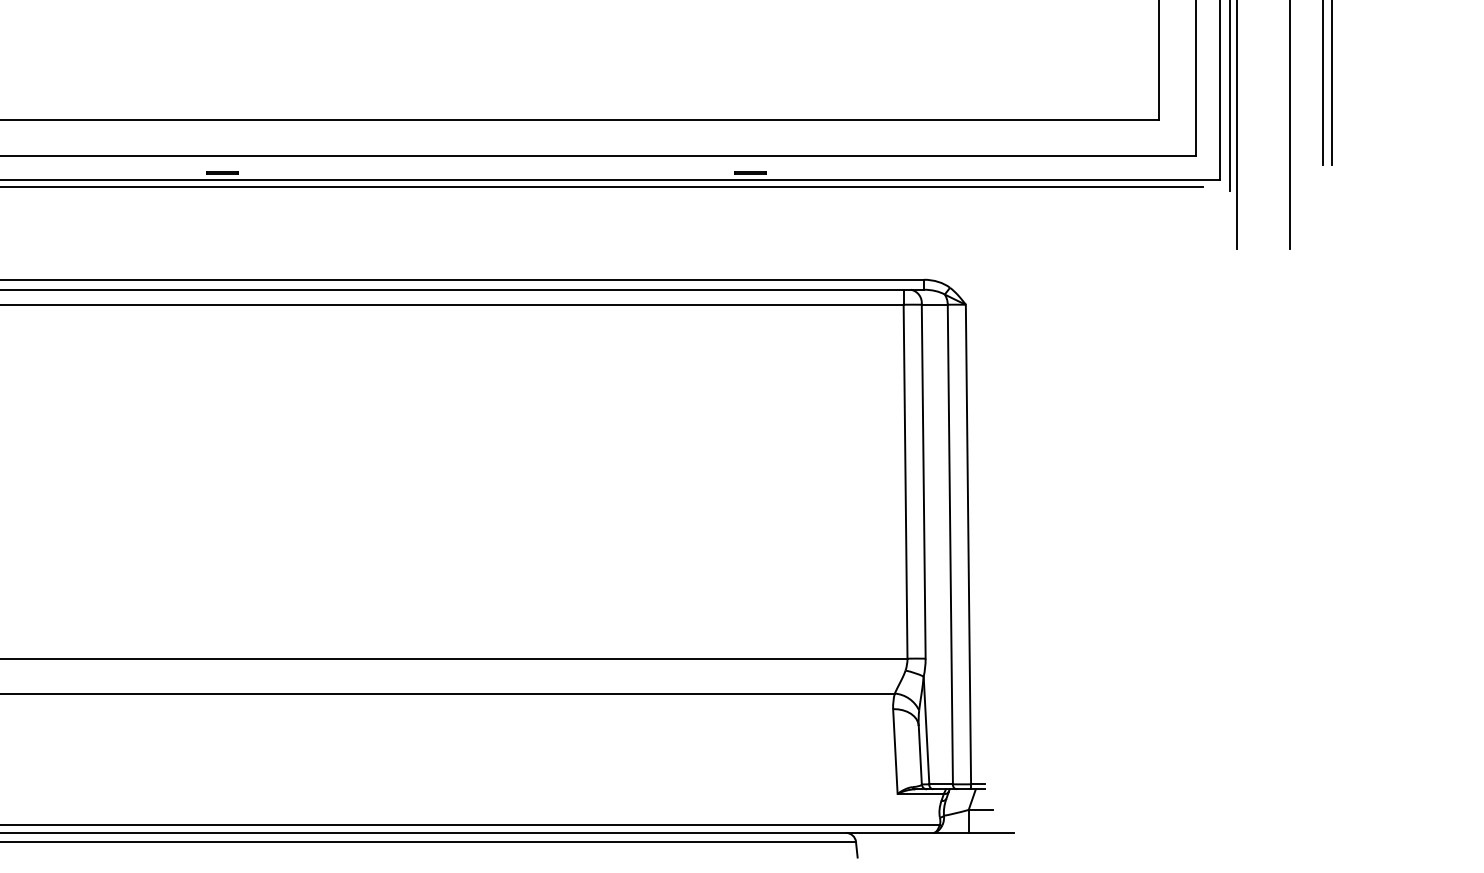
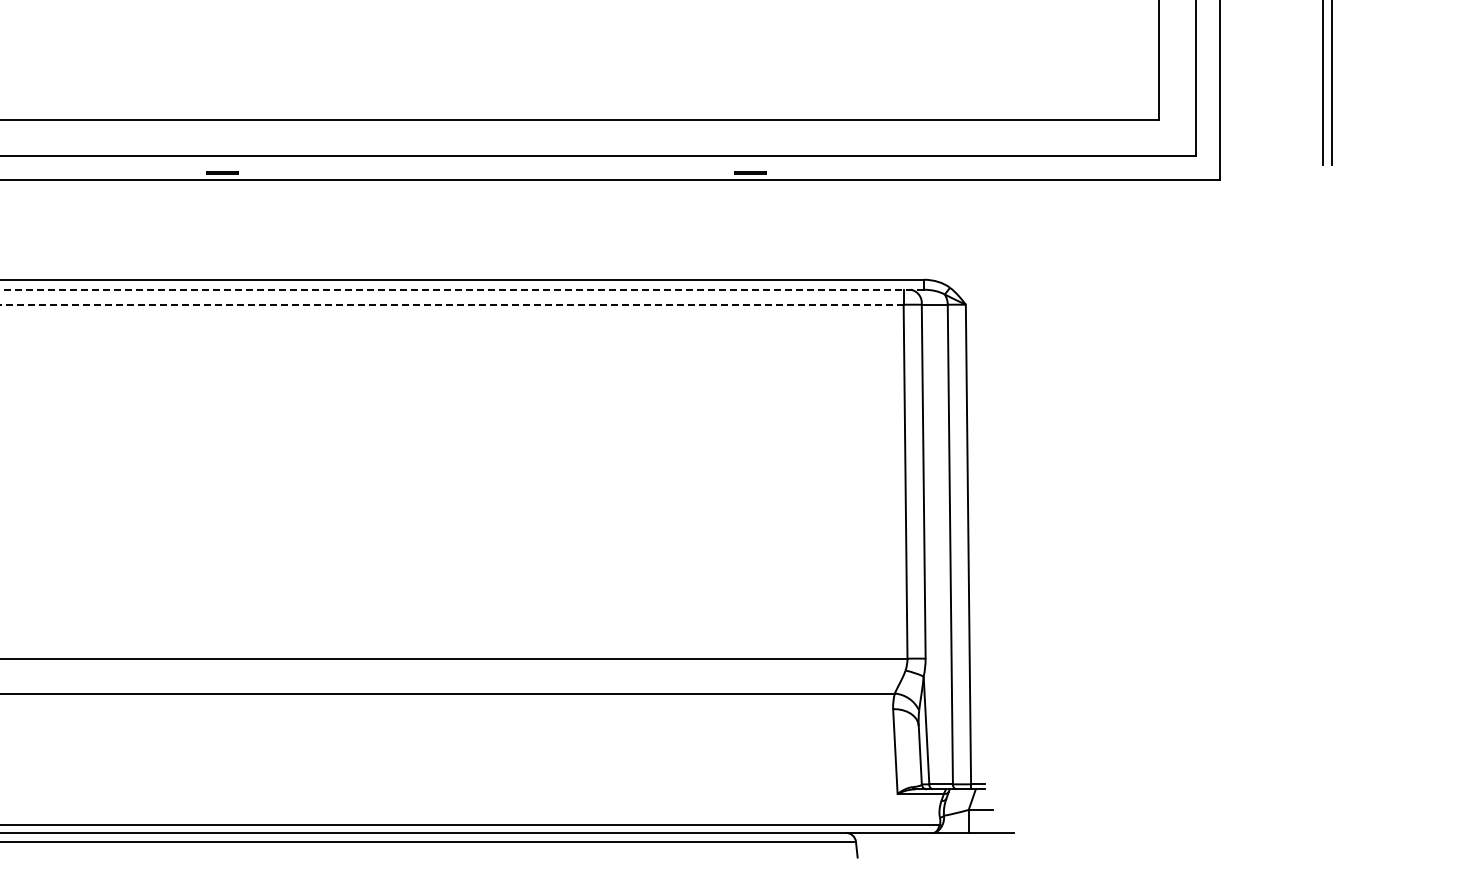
line at (1230, 96): present -> none
line at (1236, 125): present -> none
line at (1290, 125): present -> none
line at (602, 187): present -> none
line at (462, 289): solid -> dashed
line at (451, 304): solid -> dashed
